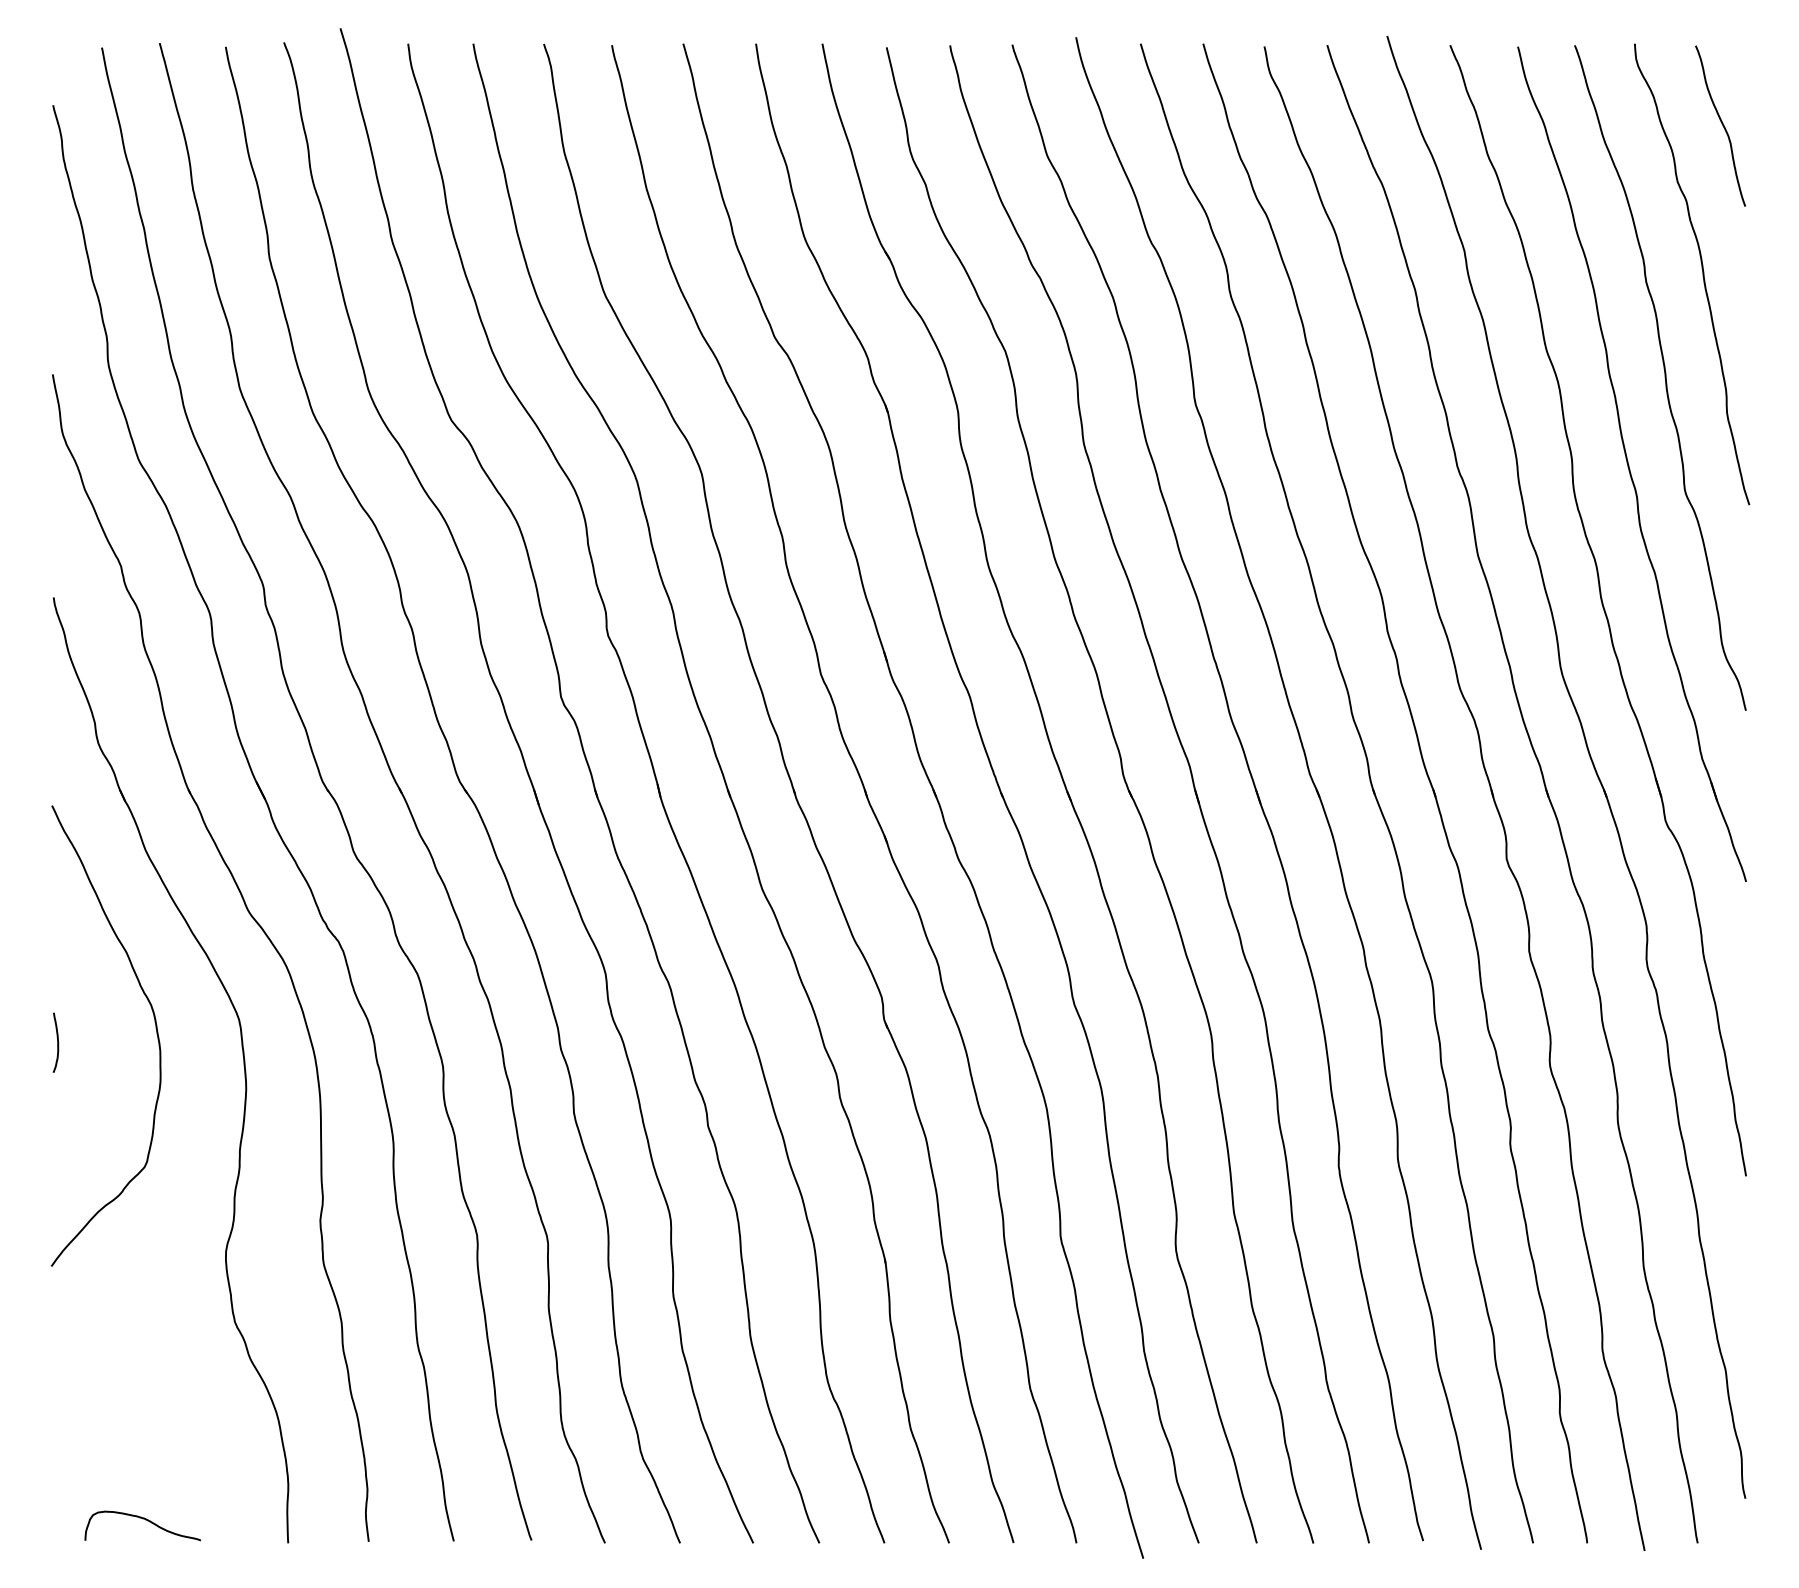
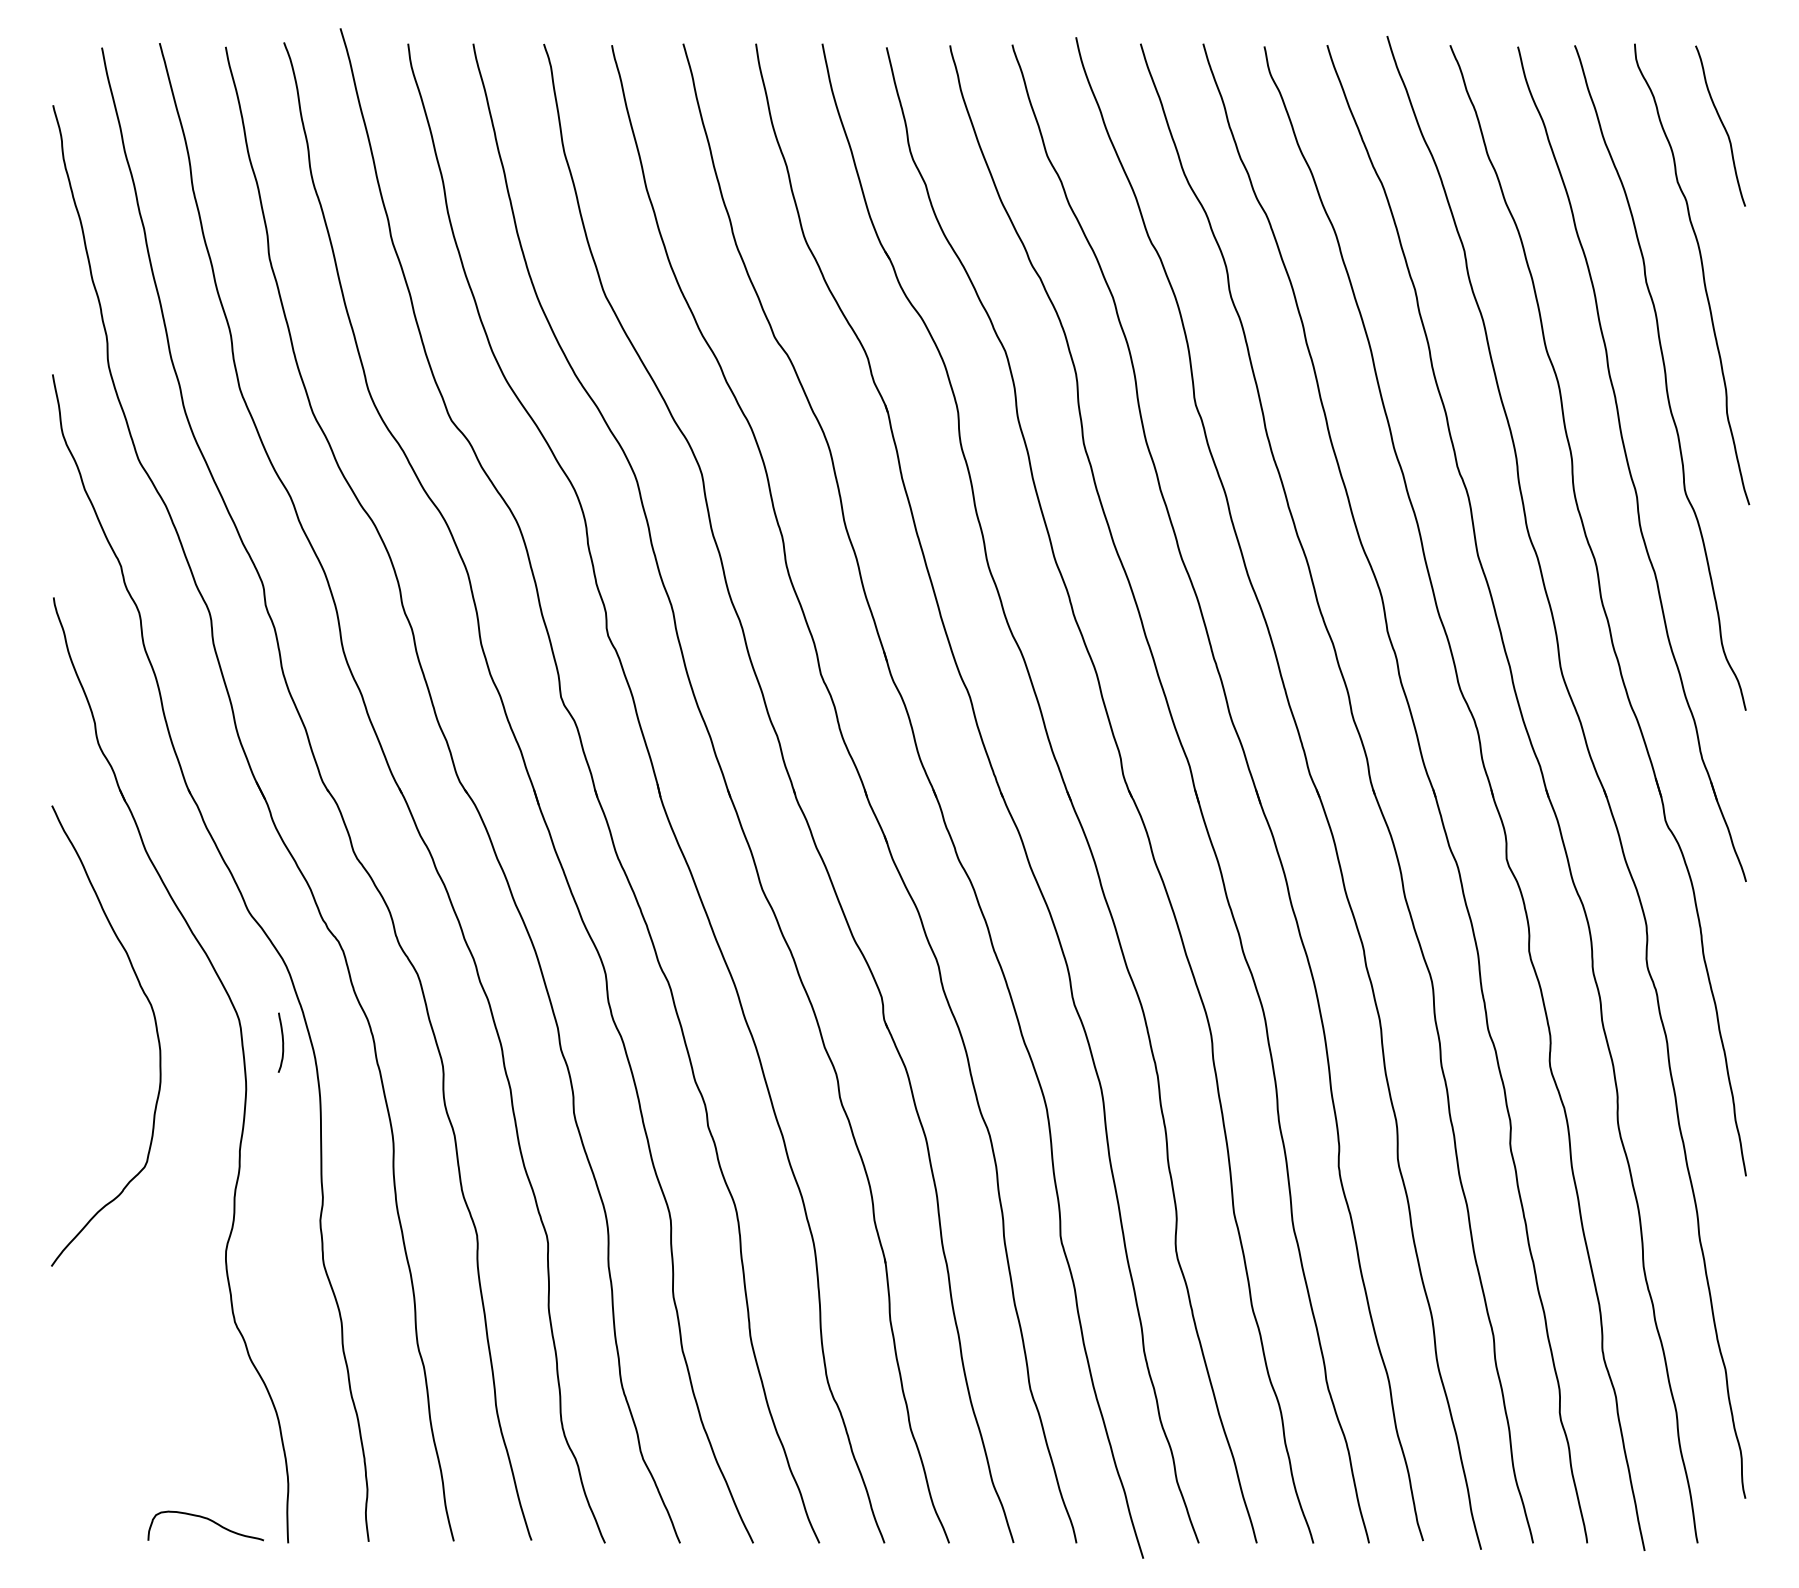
curve at (57, 1042) position: (57, 1042) -> (282, 1042)
curve at (145, 1520) position: (145, 1520) -> (208, 1520)
